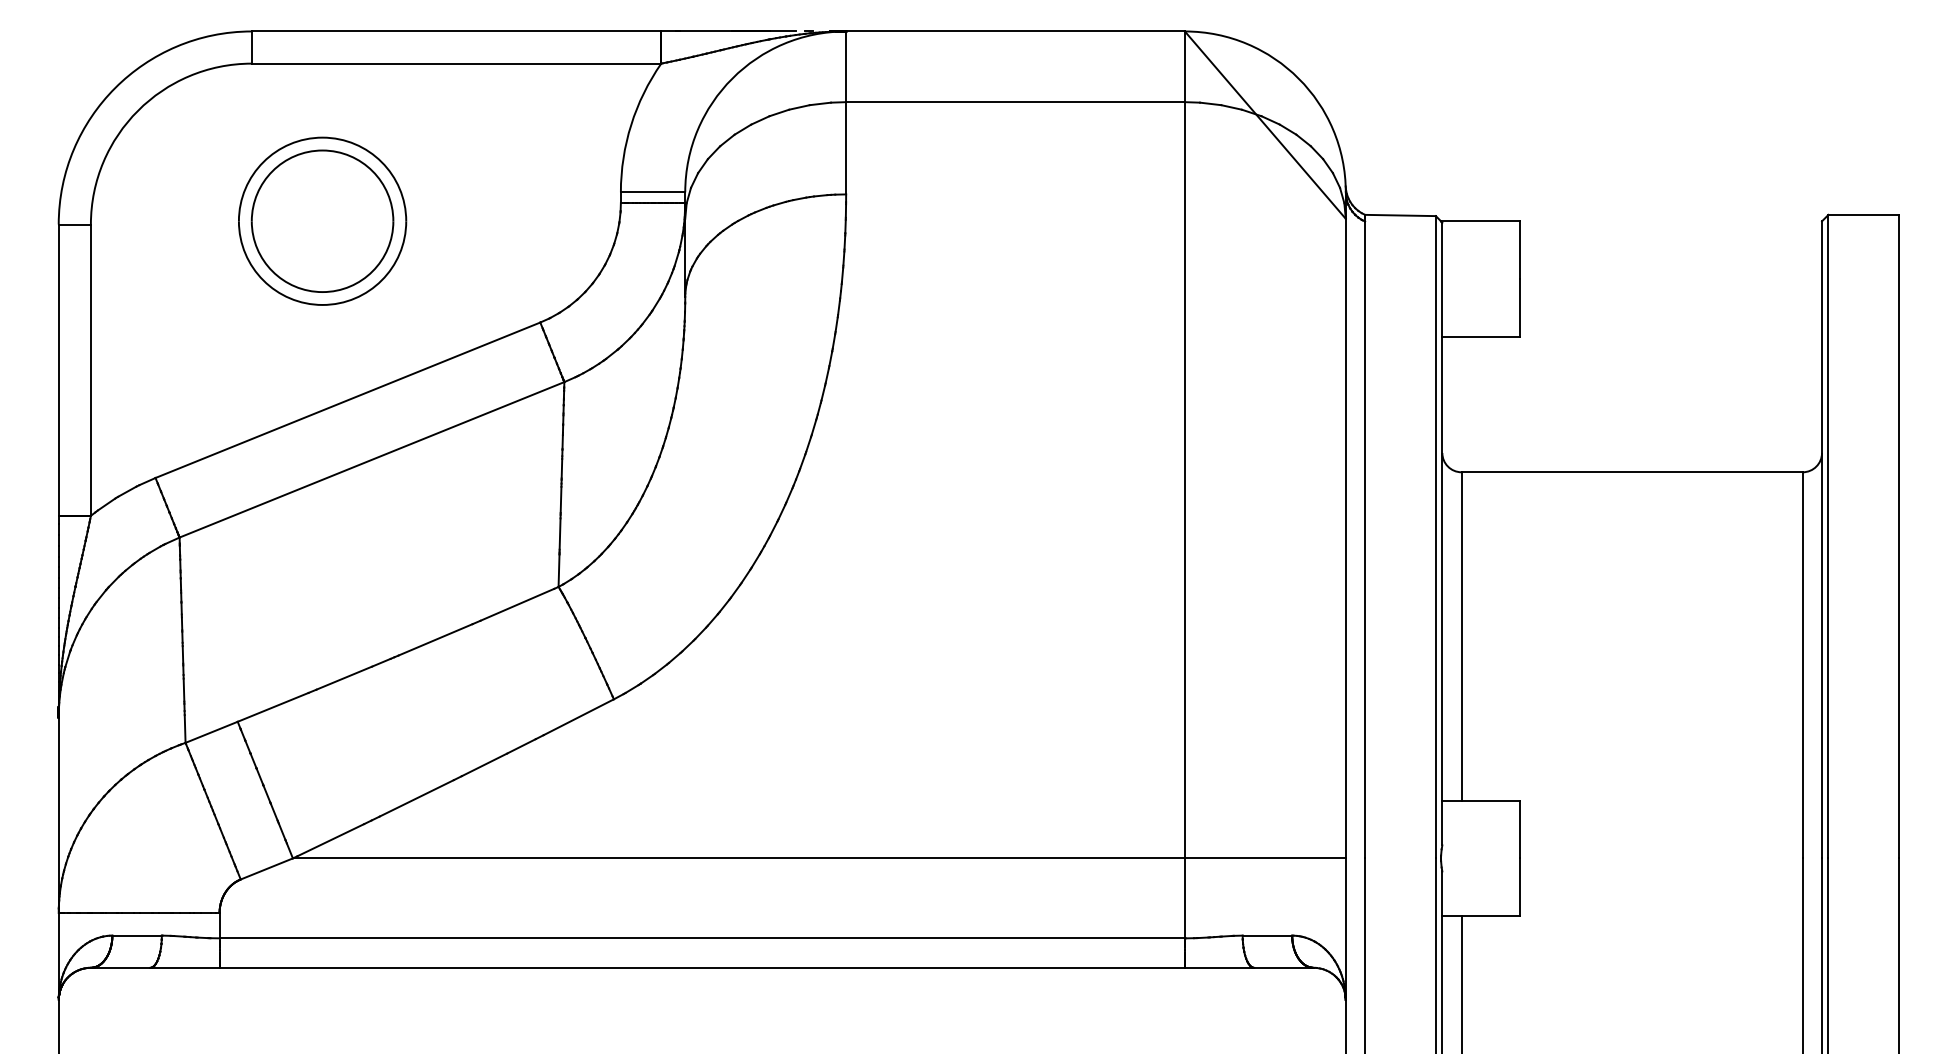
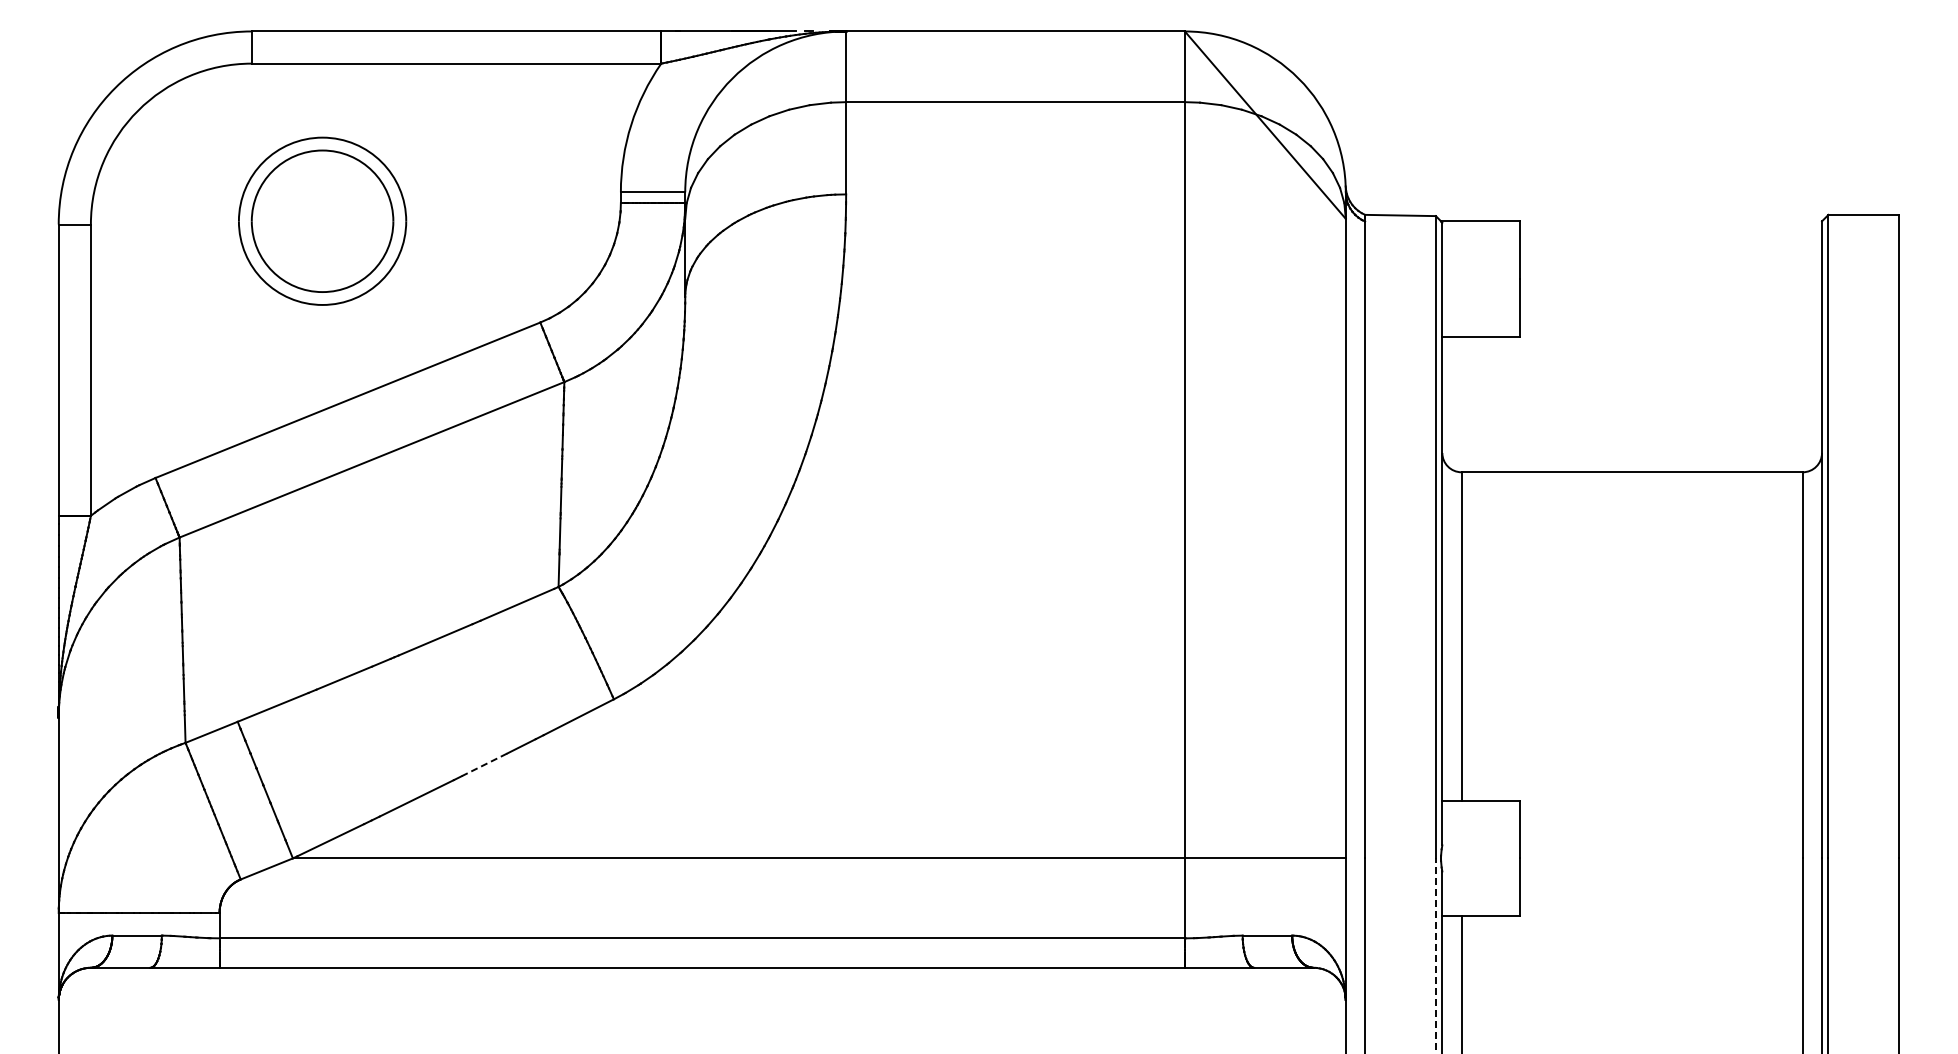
line at (484, 765): solid -> dashed
line at (1435, 955): solid -> dashed
